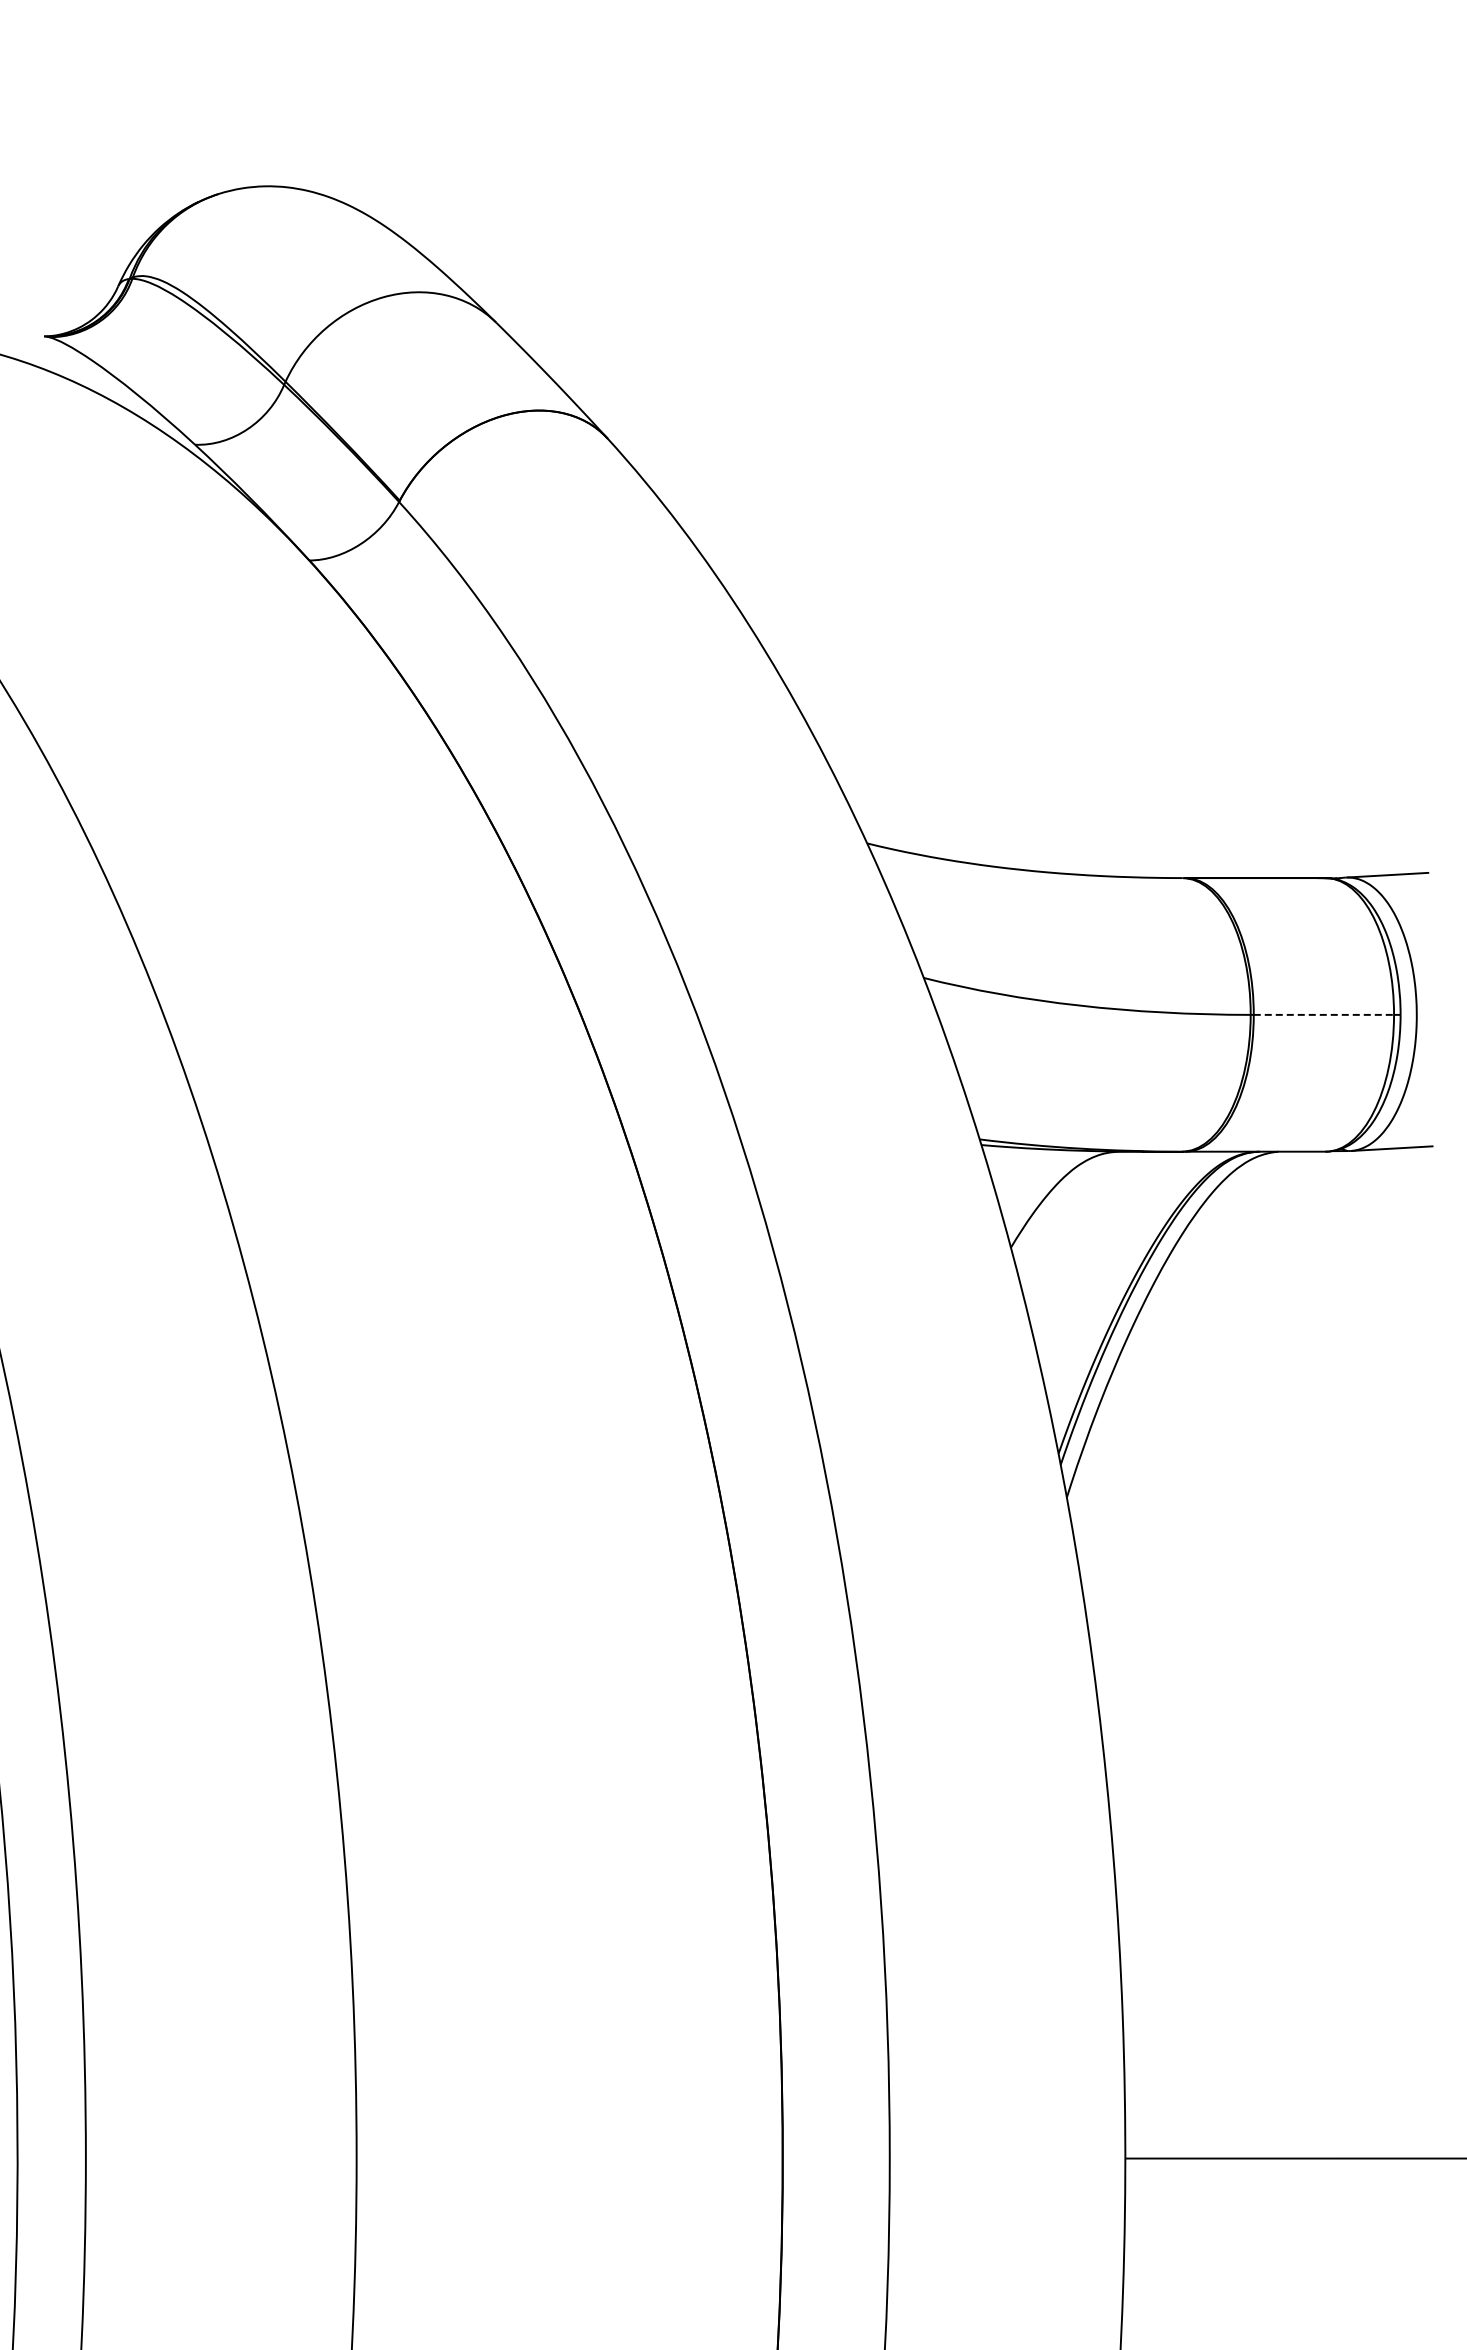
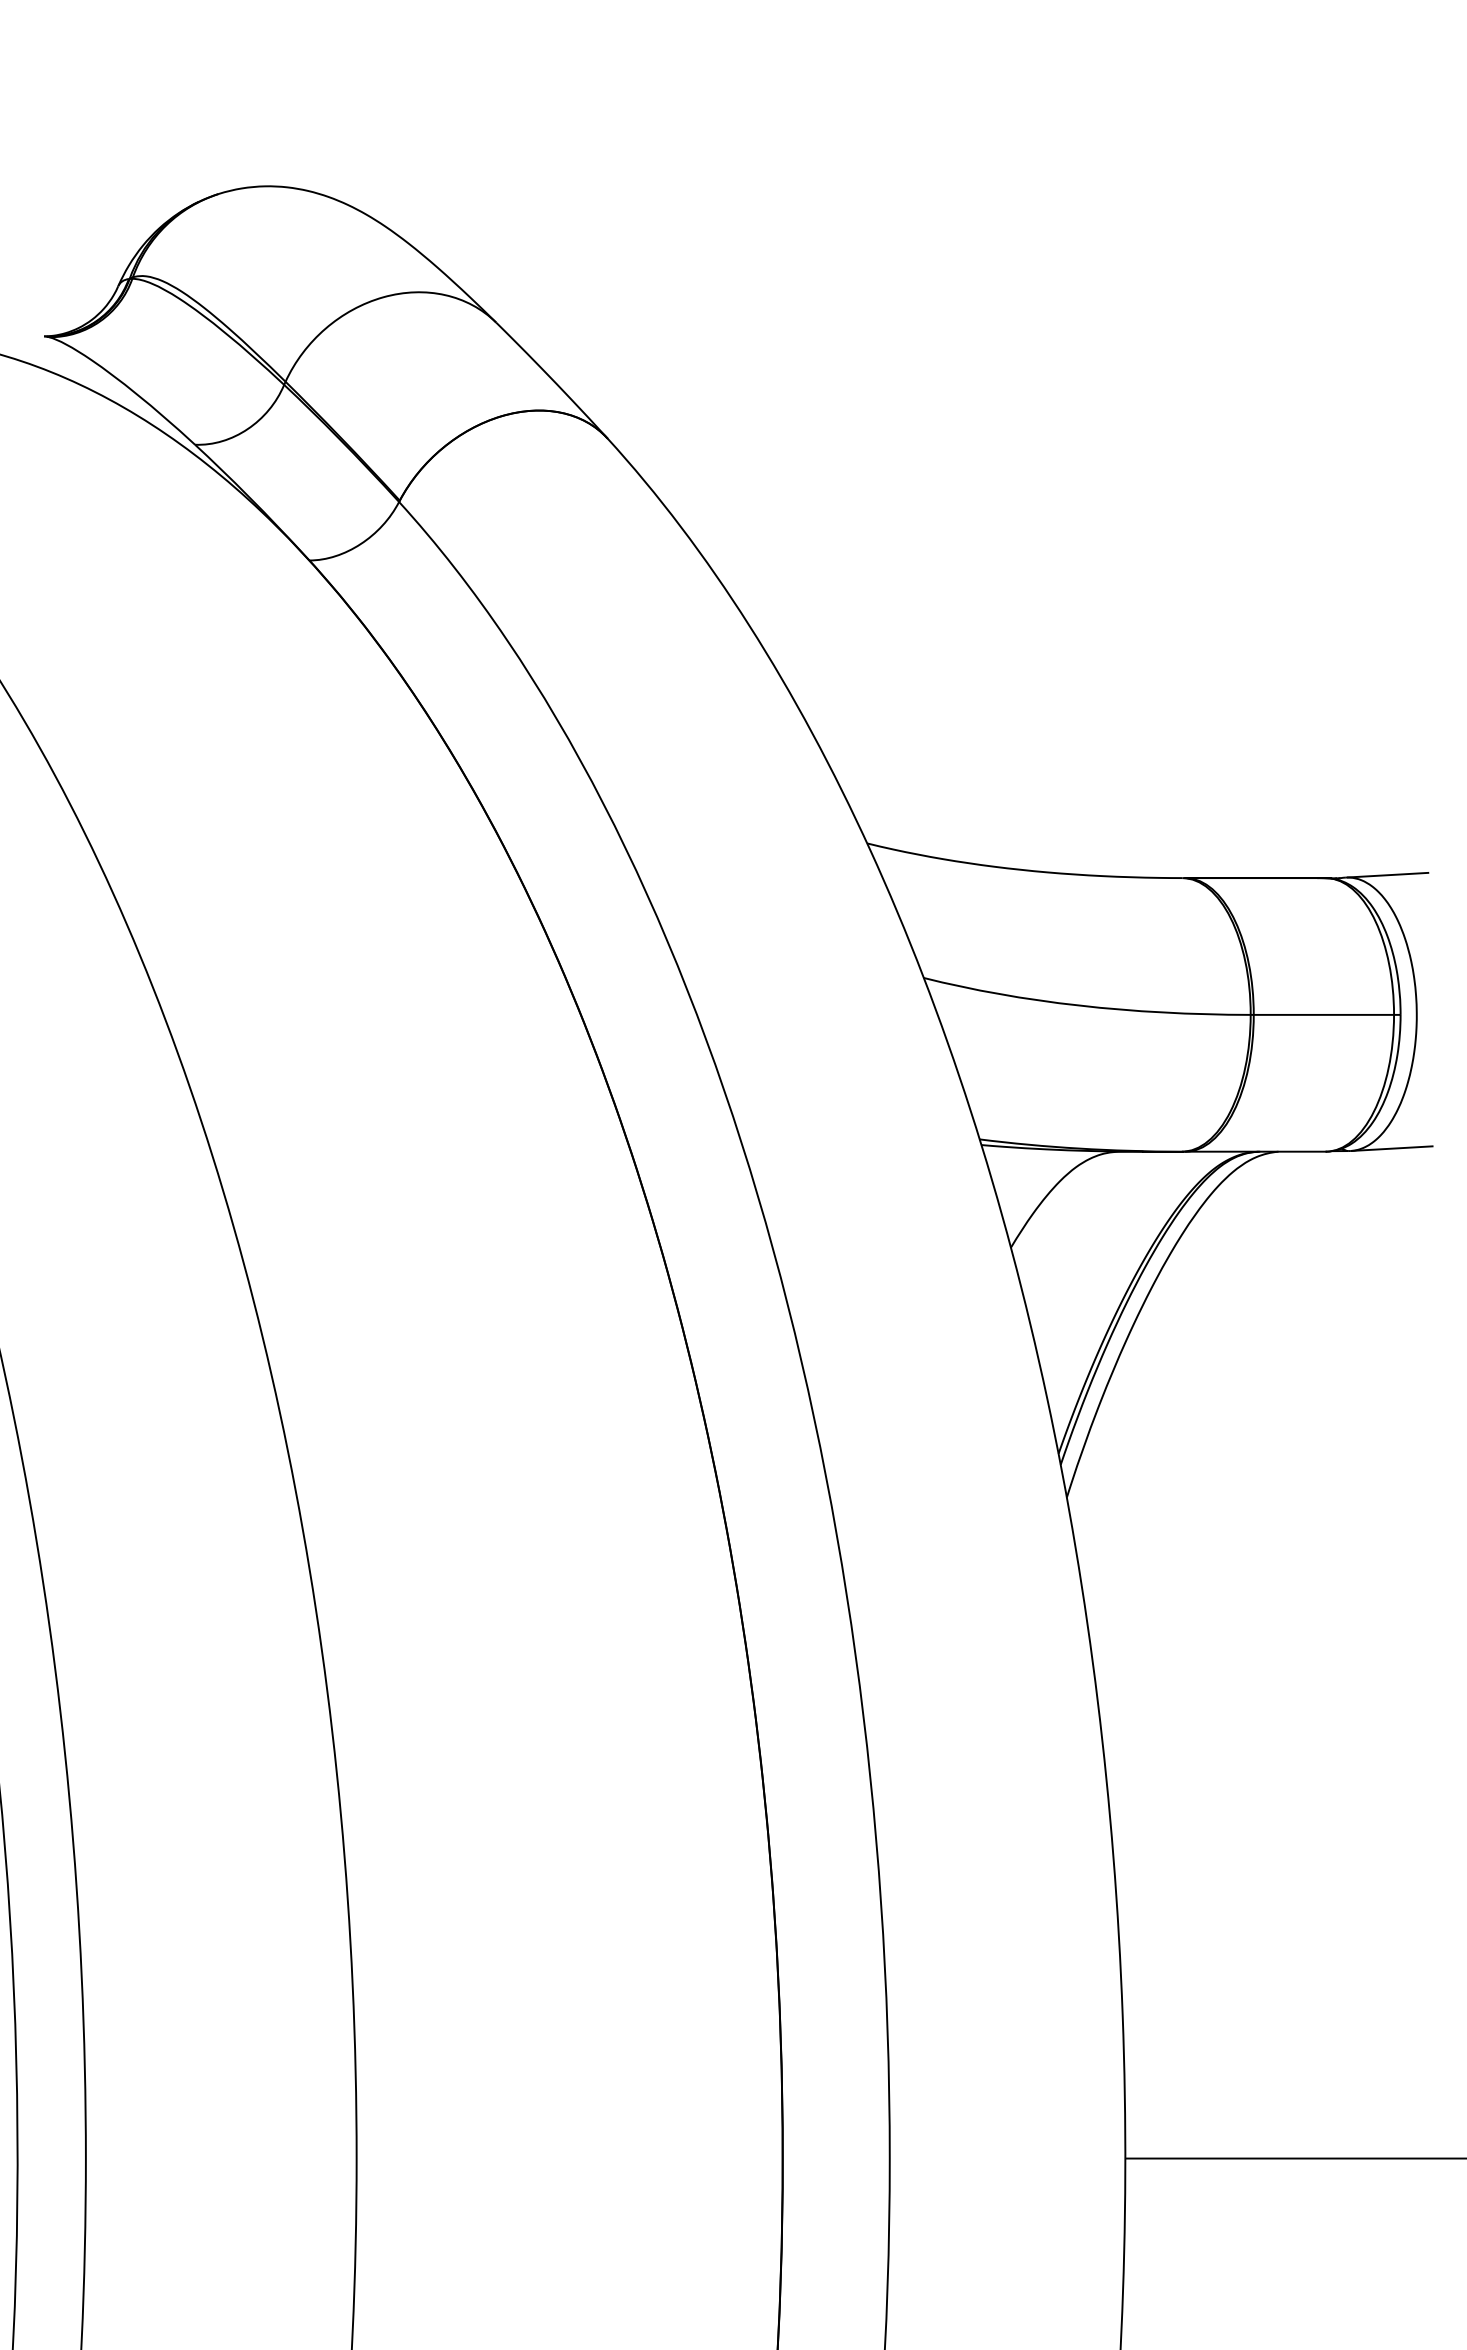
line at (1324, 1014): dashed -> solid
